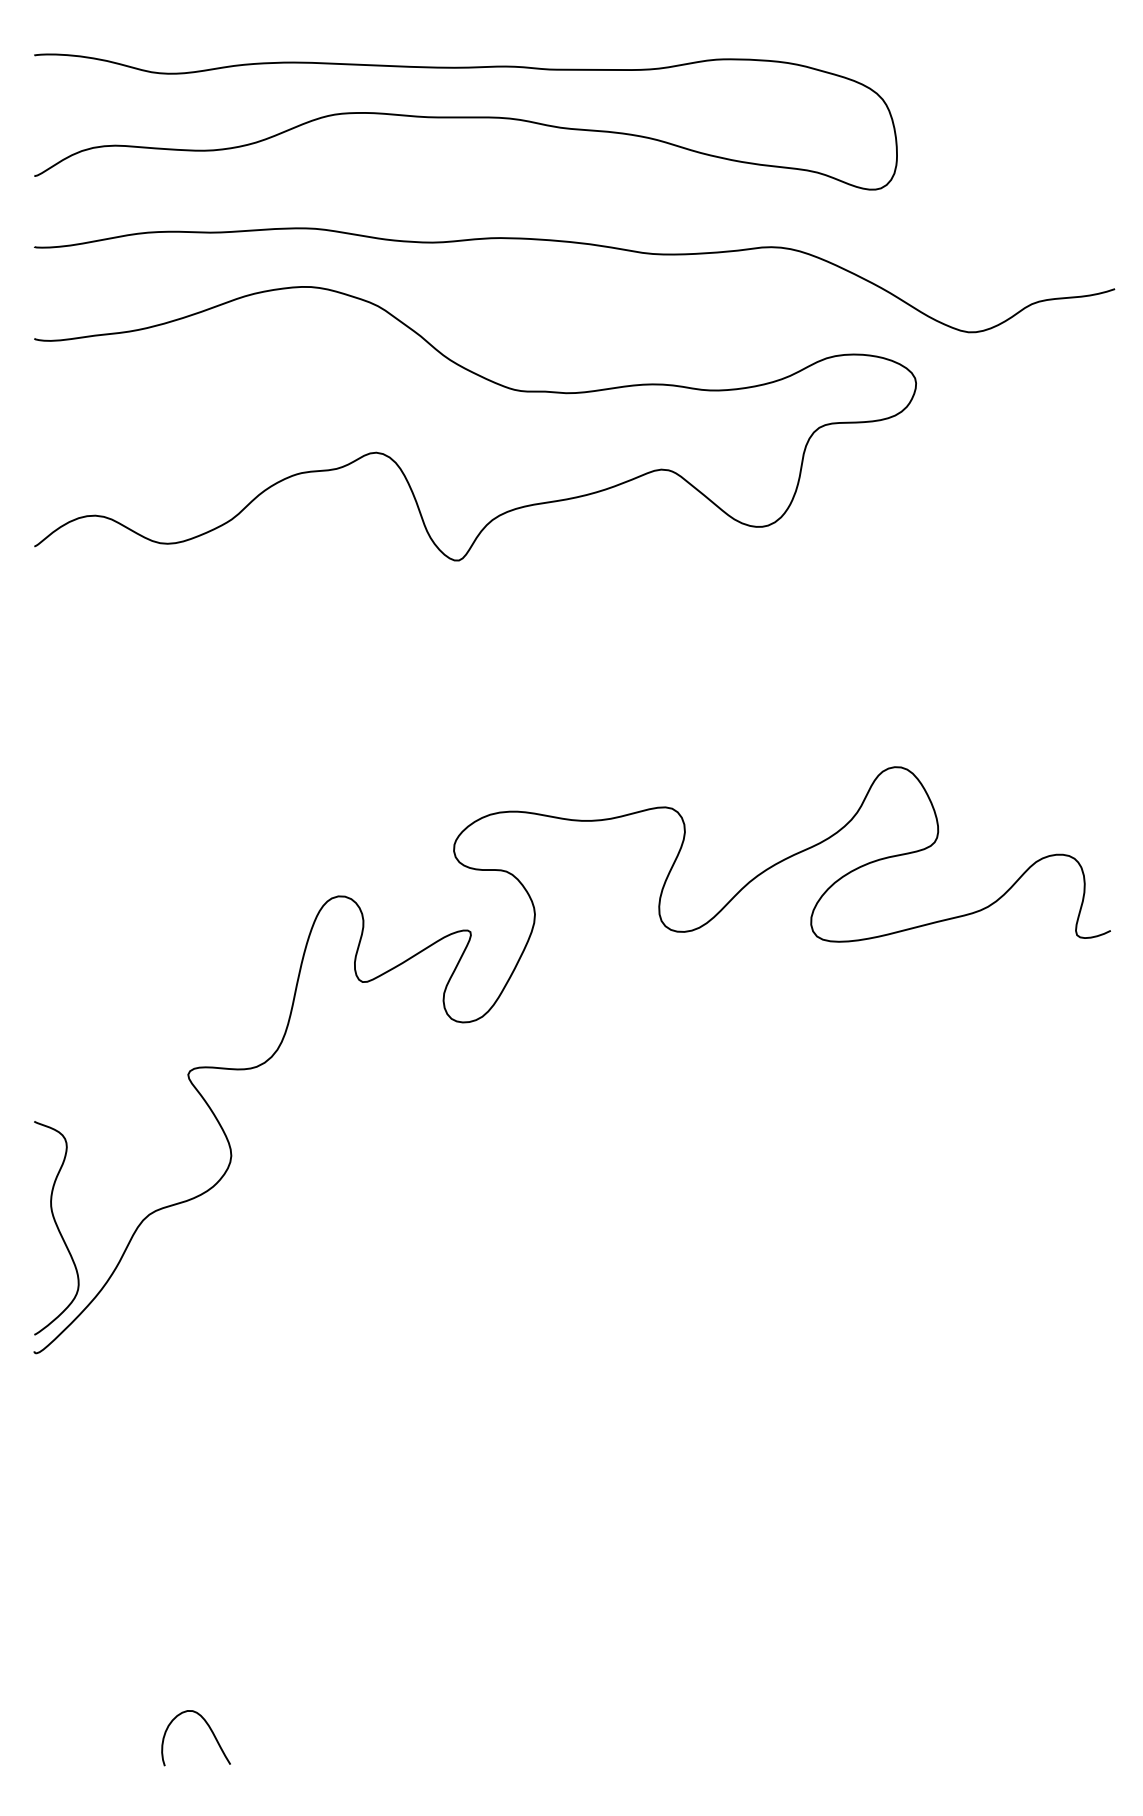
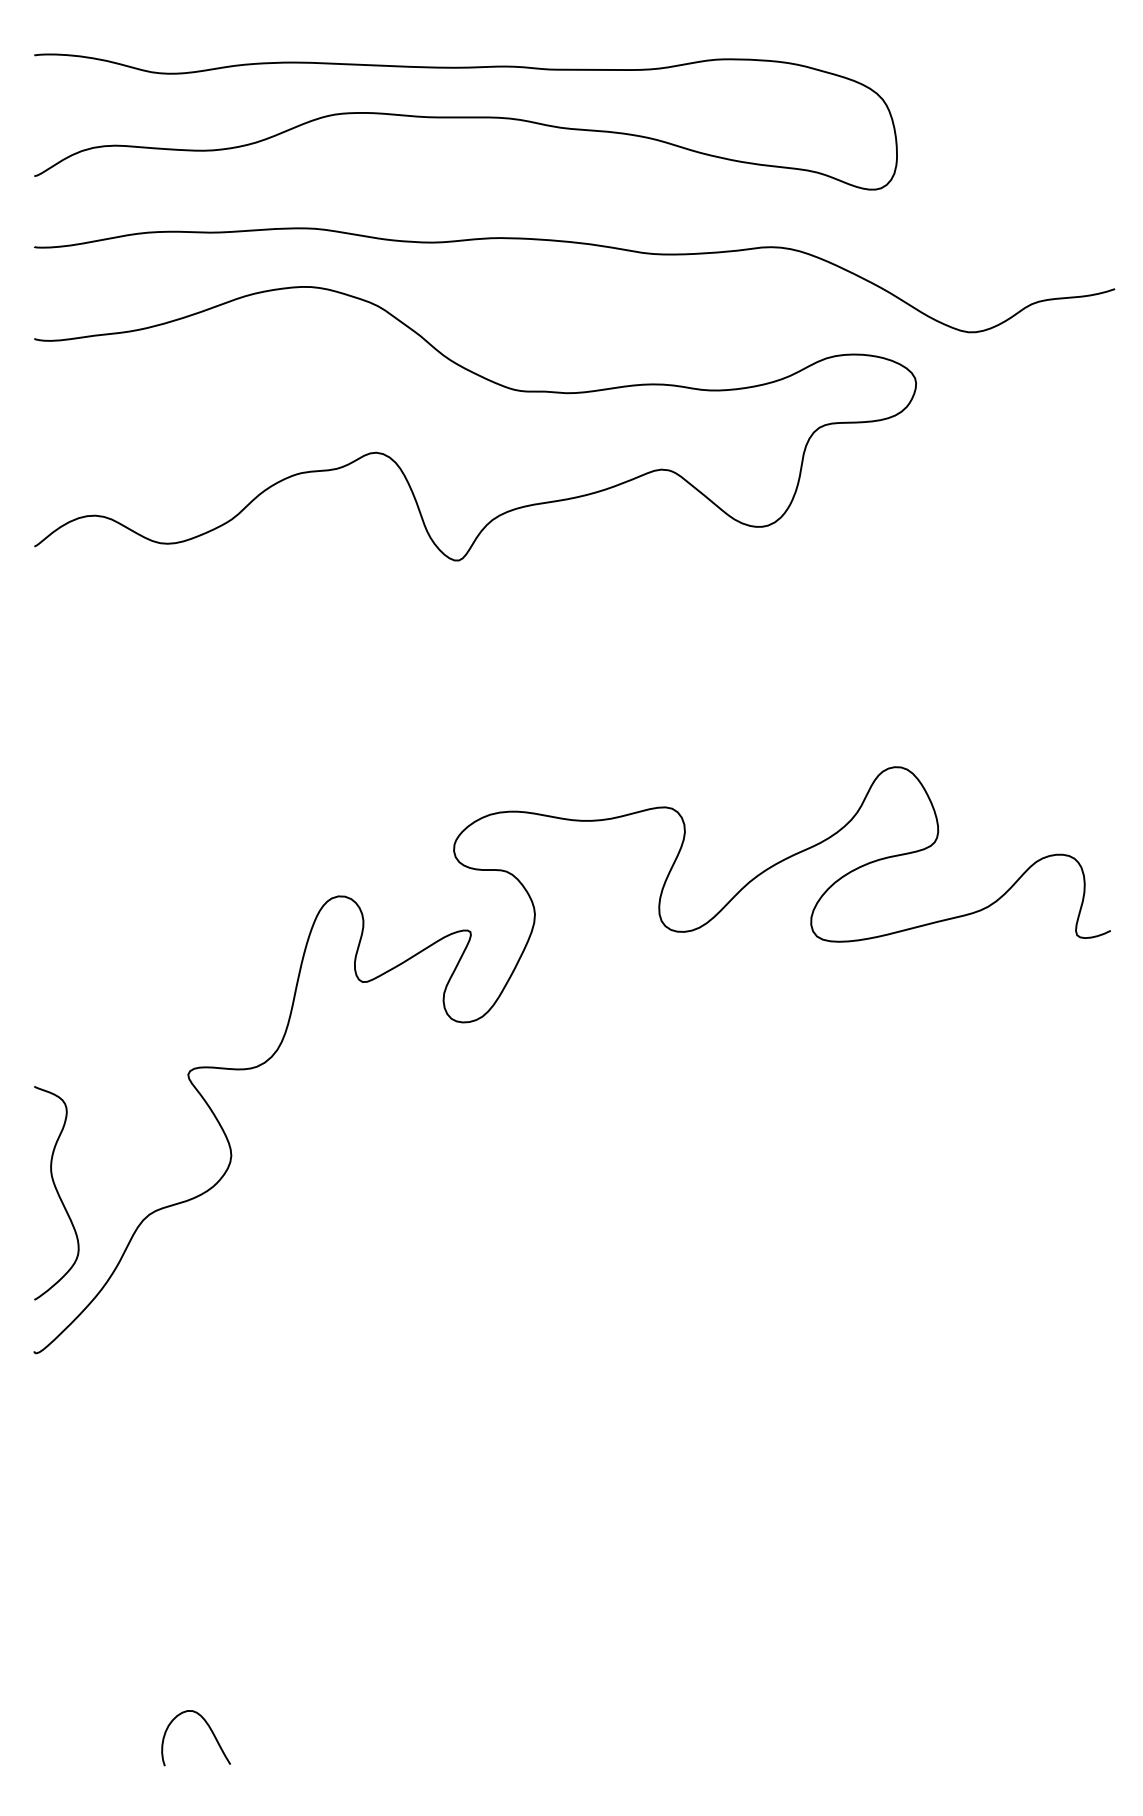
curve at (56, 1227) position: (56, 1227) -> (56, 1192)
